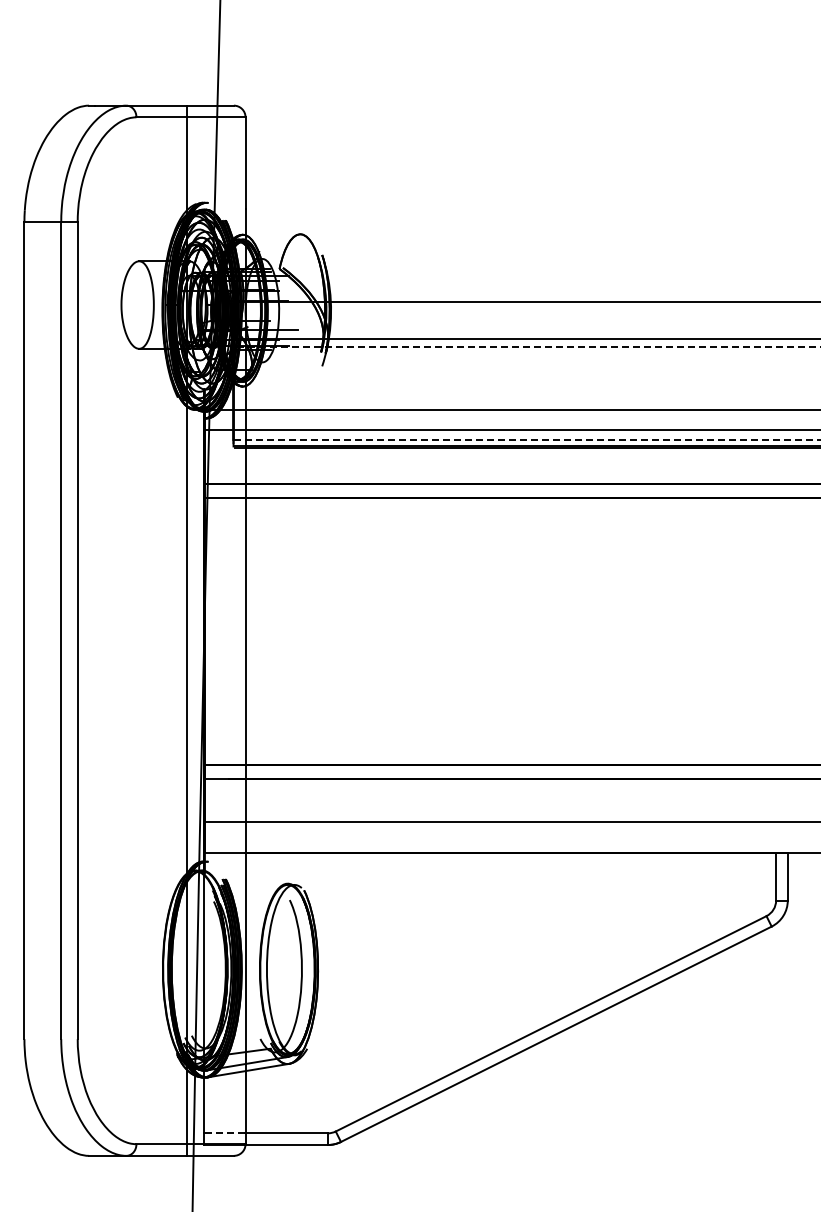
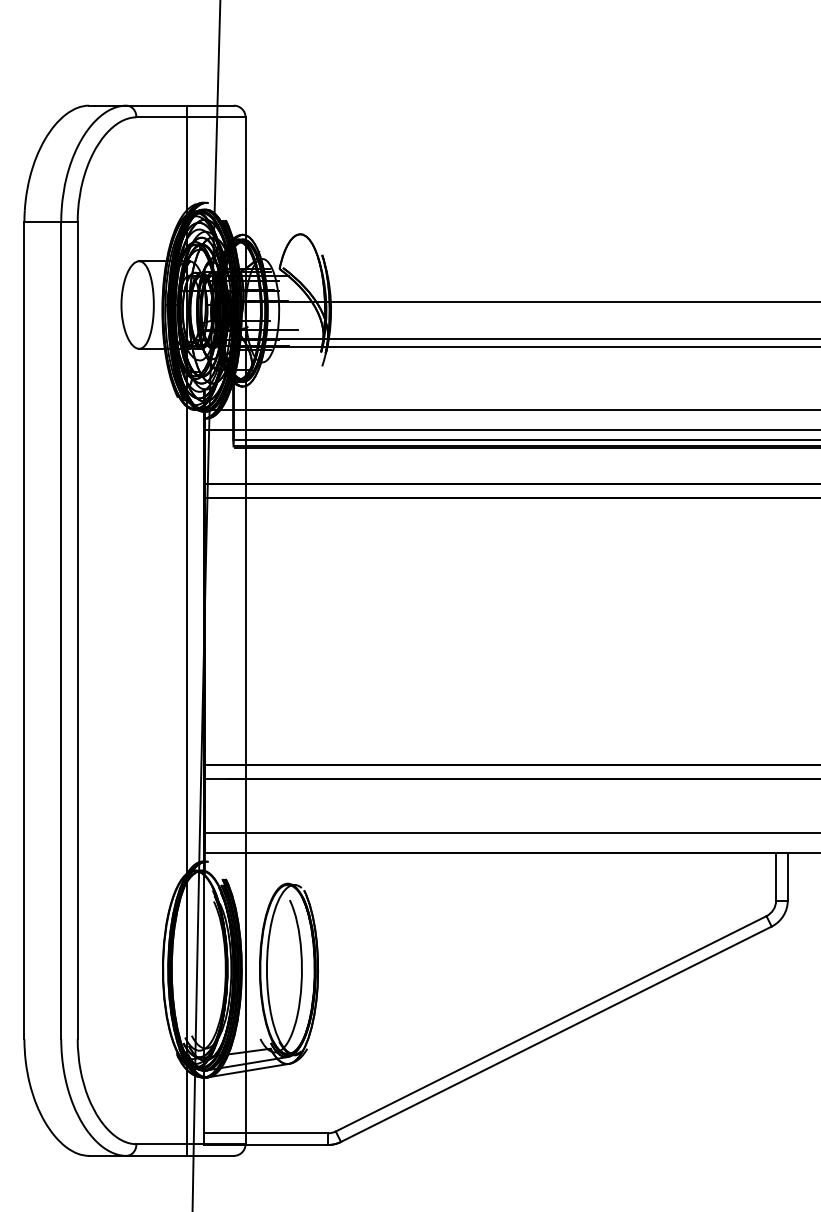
line at (527, 347): dashed -> solid
line at (527, 439): dashed -> solid
line at (510, 821) position: (510, 821) -> (510, 832)
line at (224, 1133): dashed -> solid
